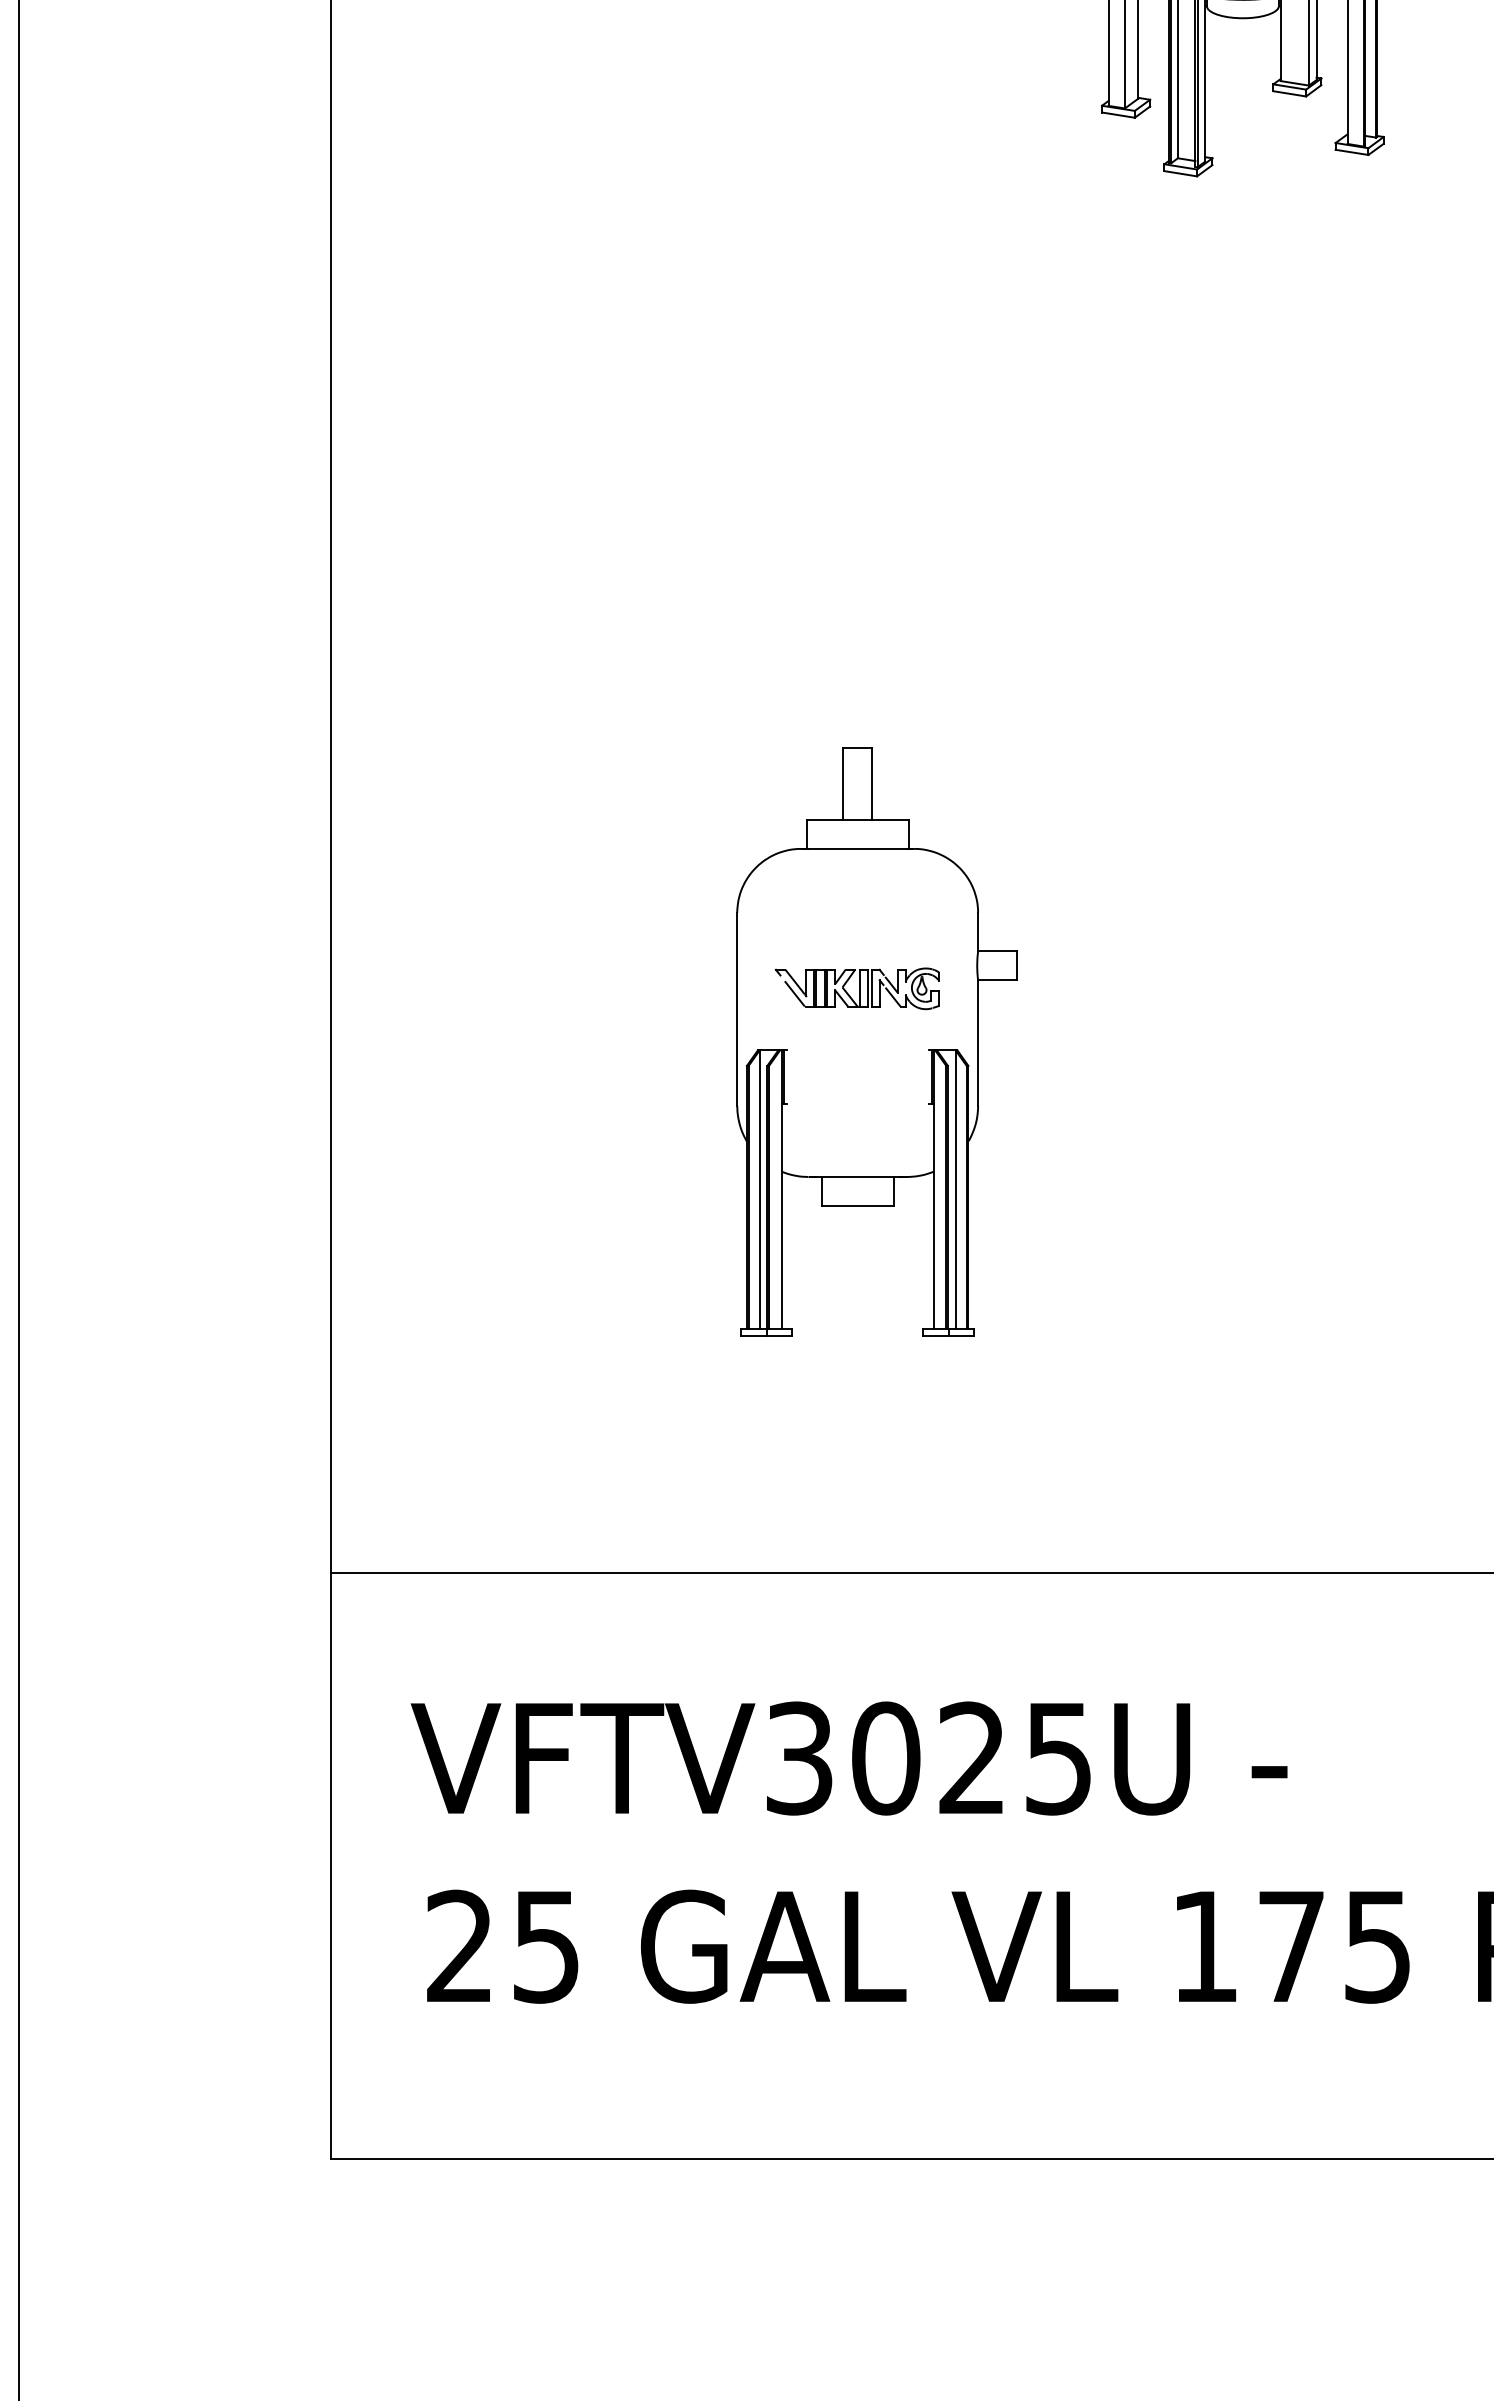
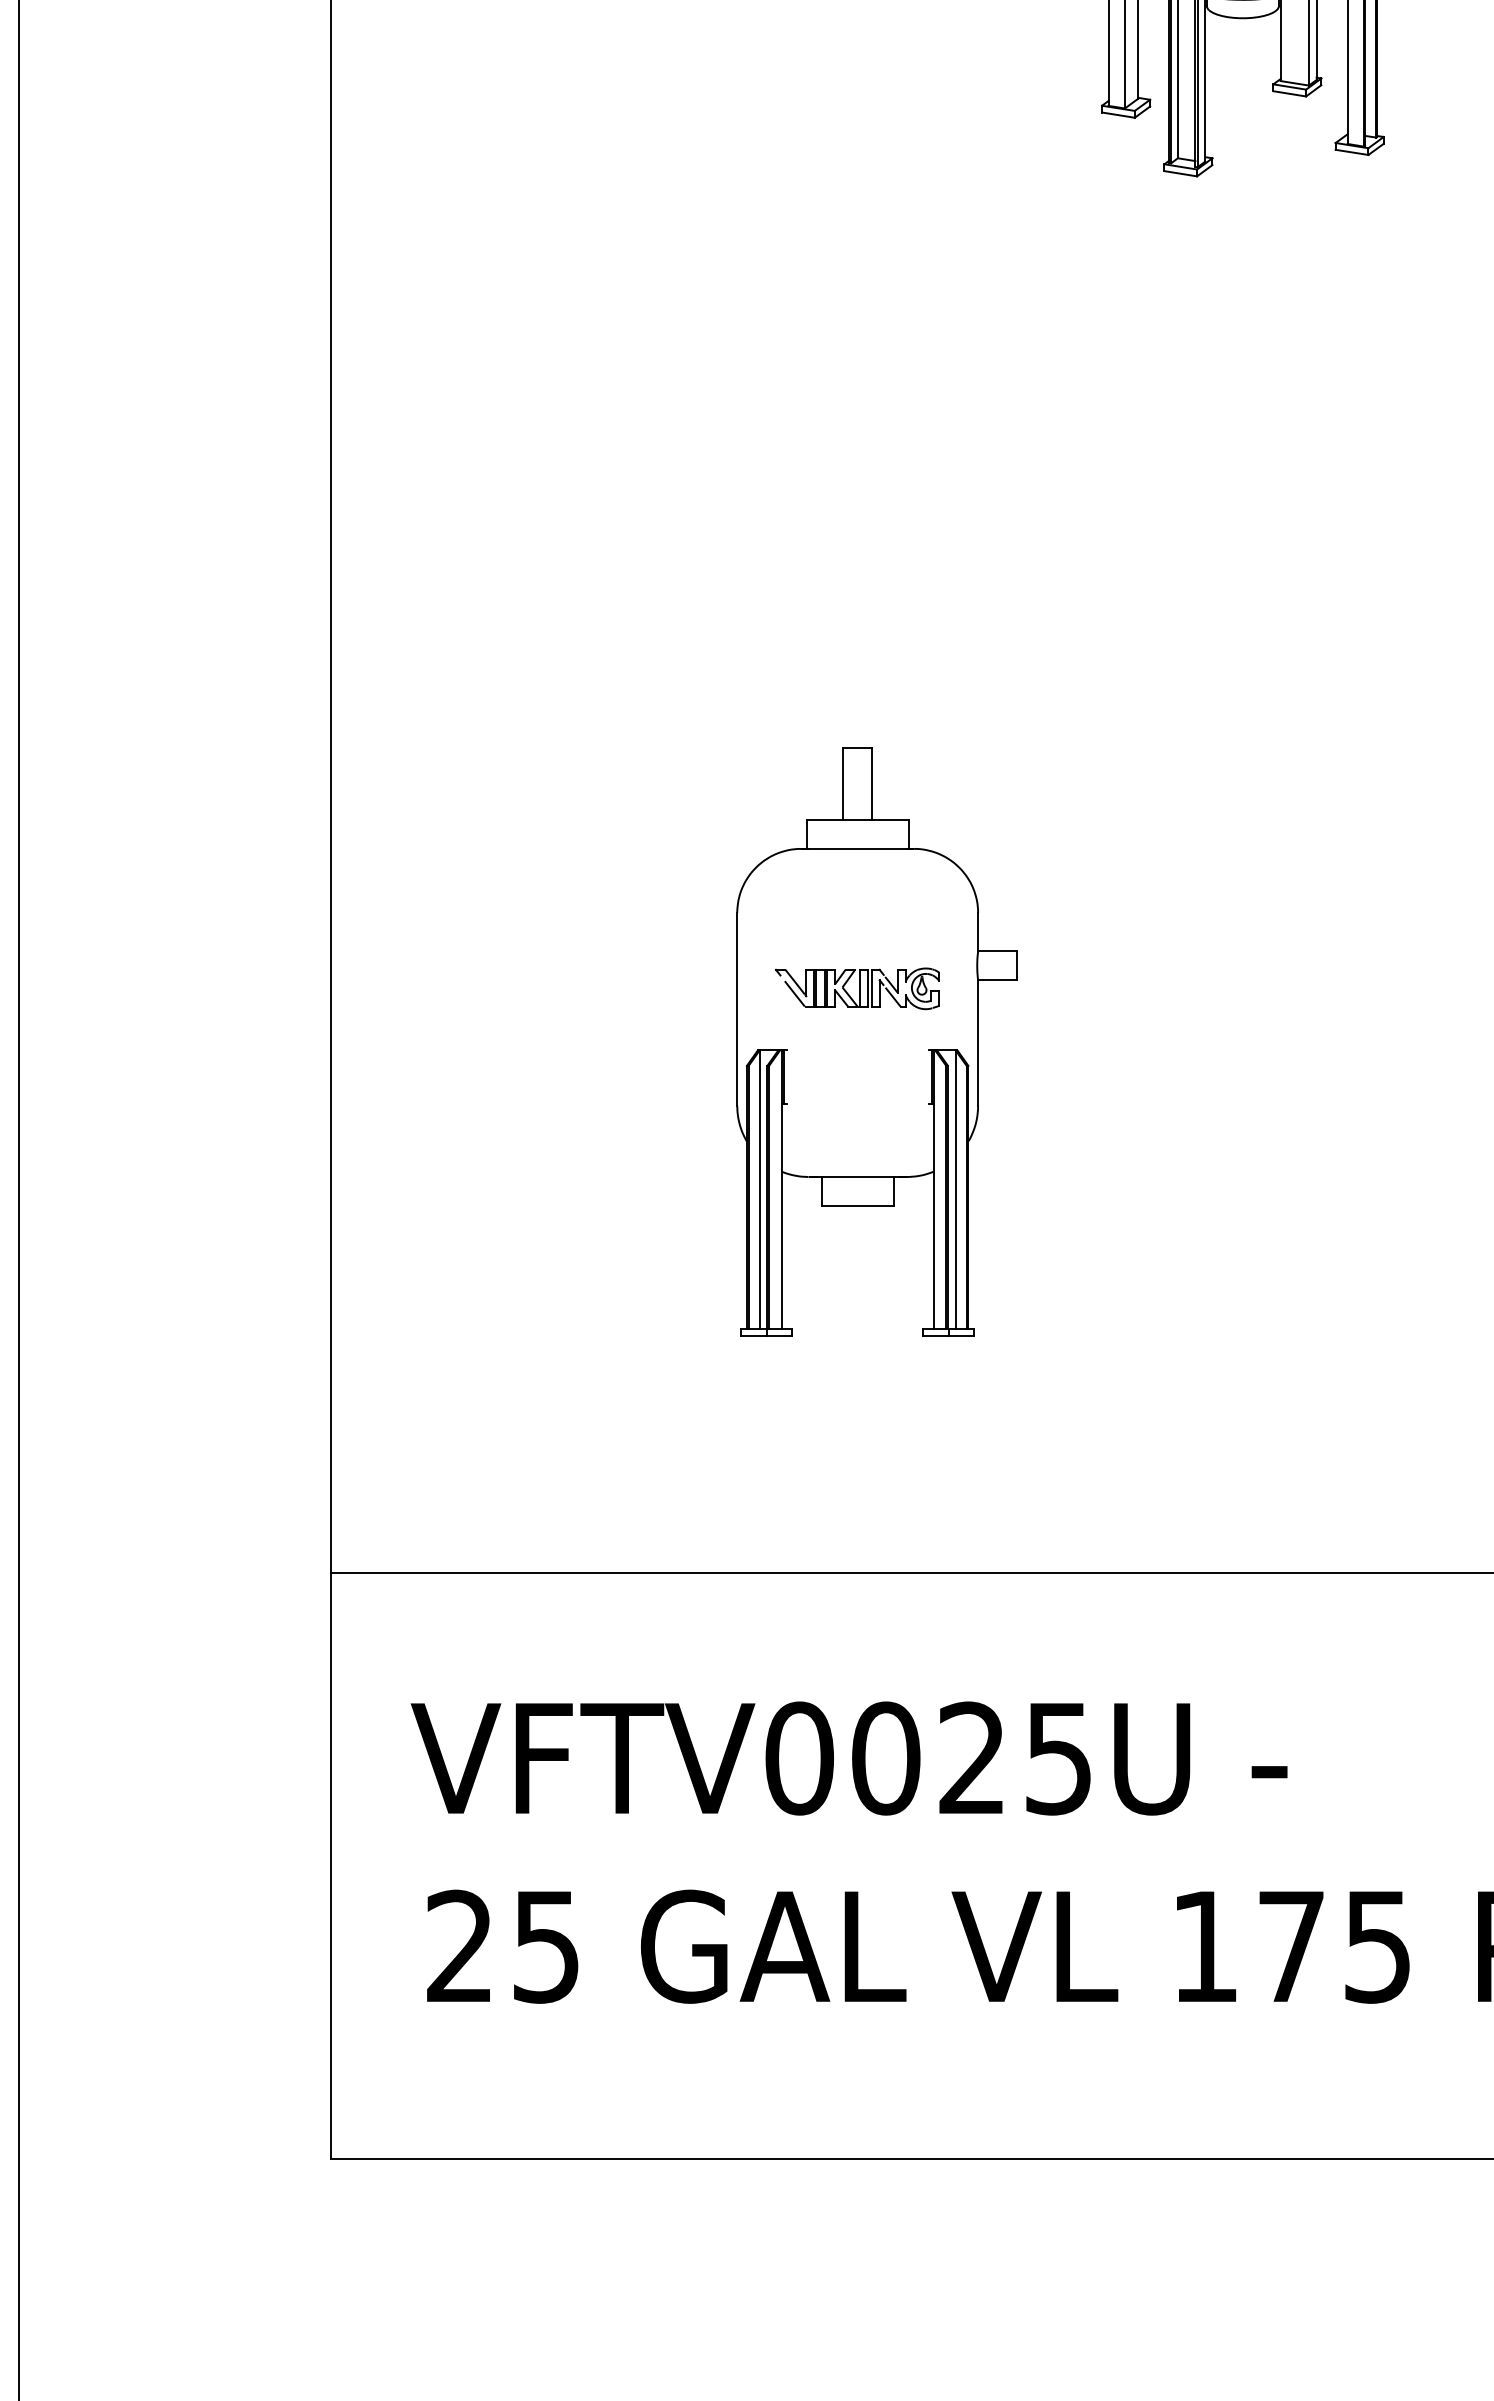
text at (799, 1758): VFTV3025U -> VFTV0025U
